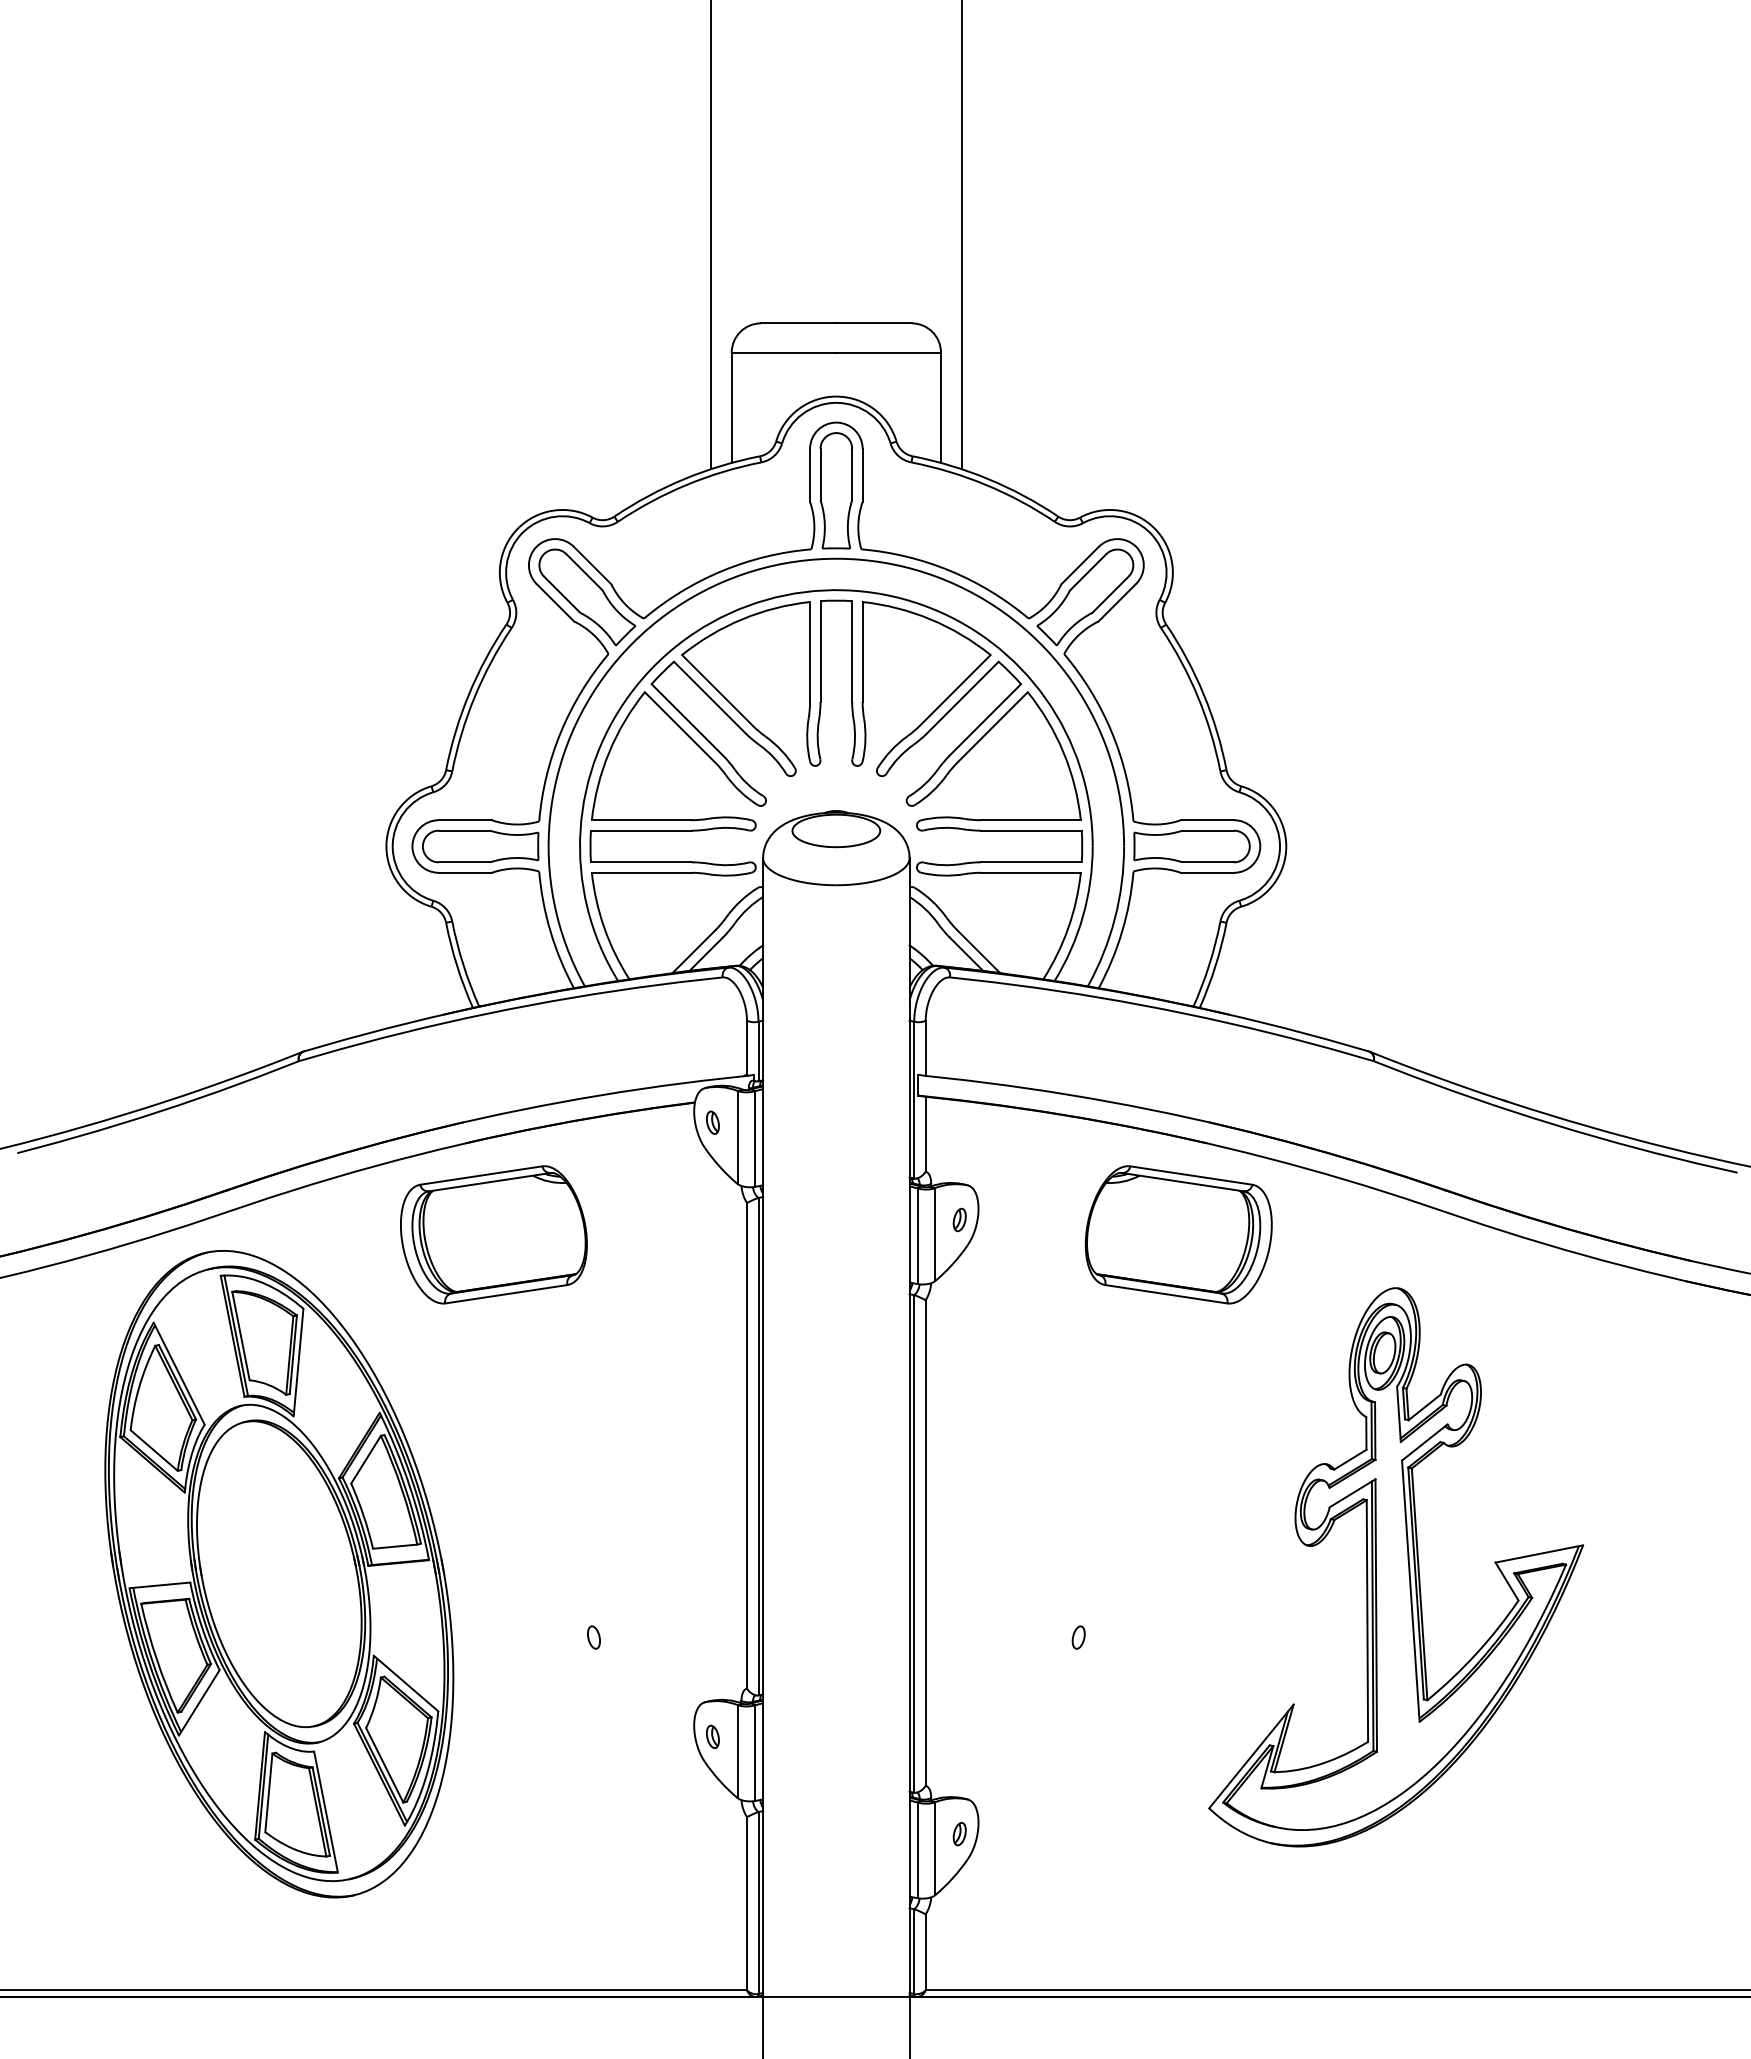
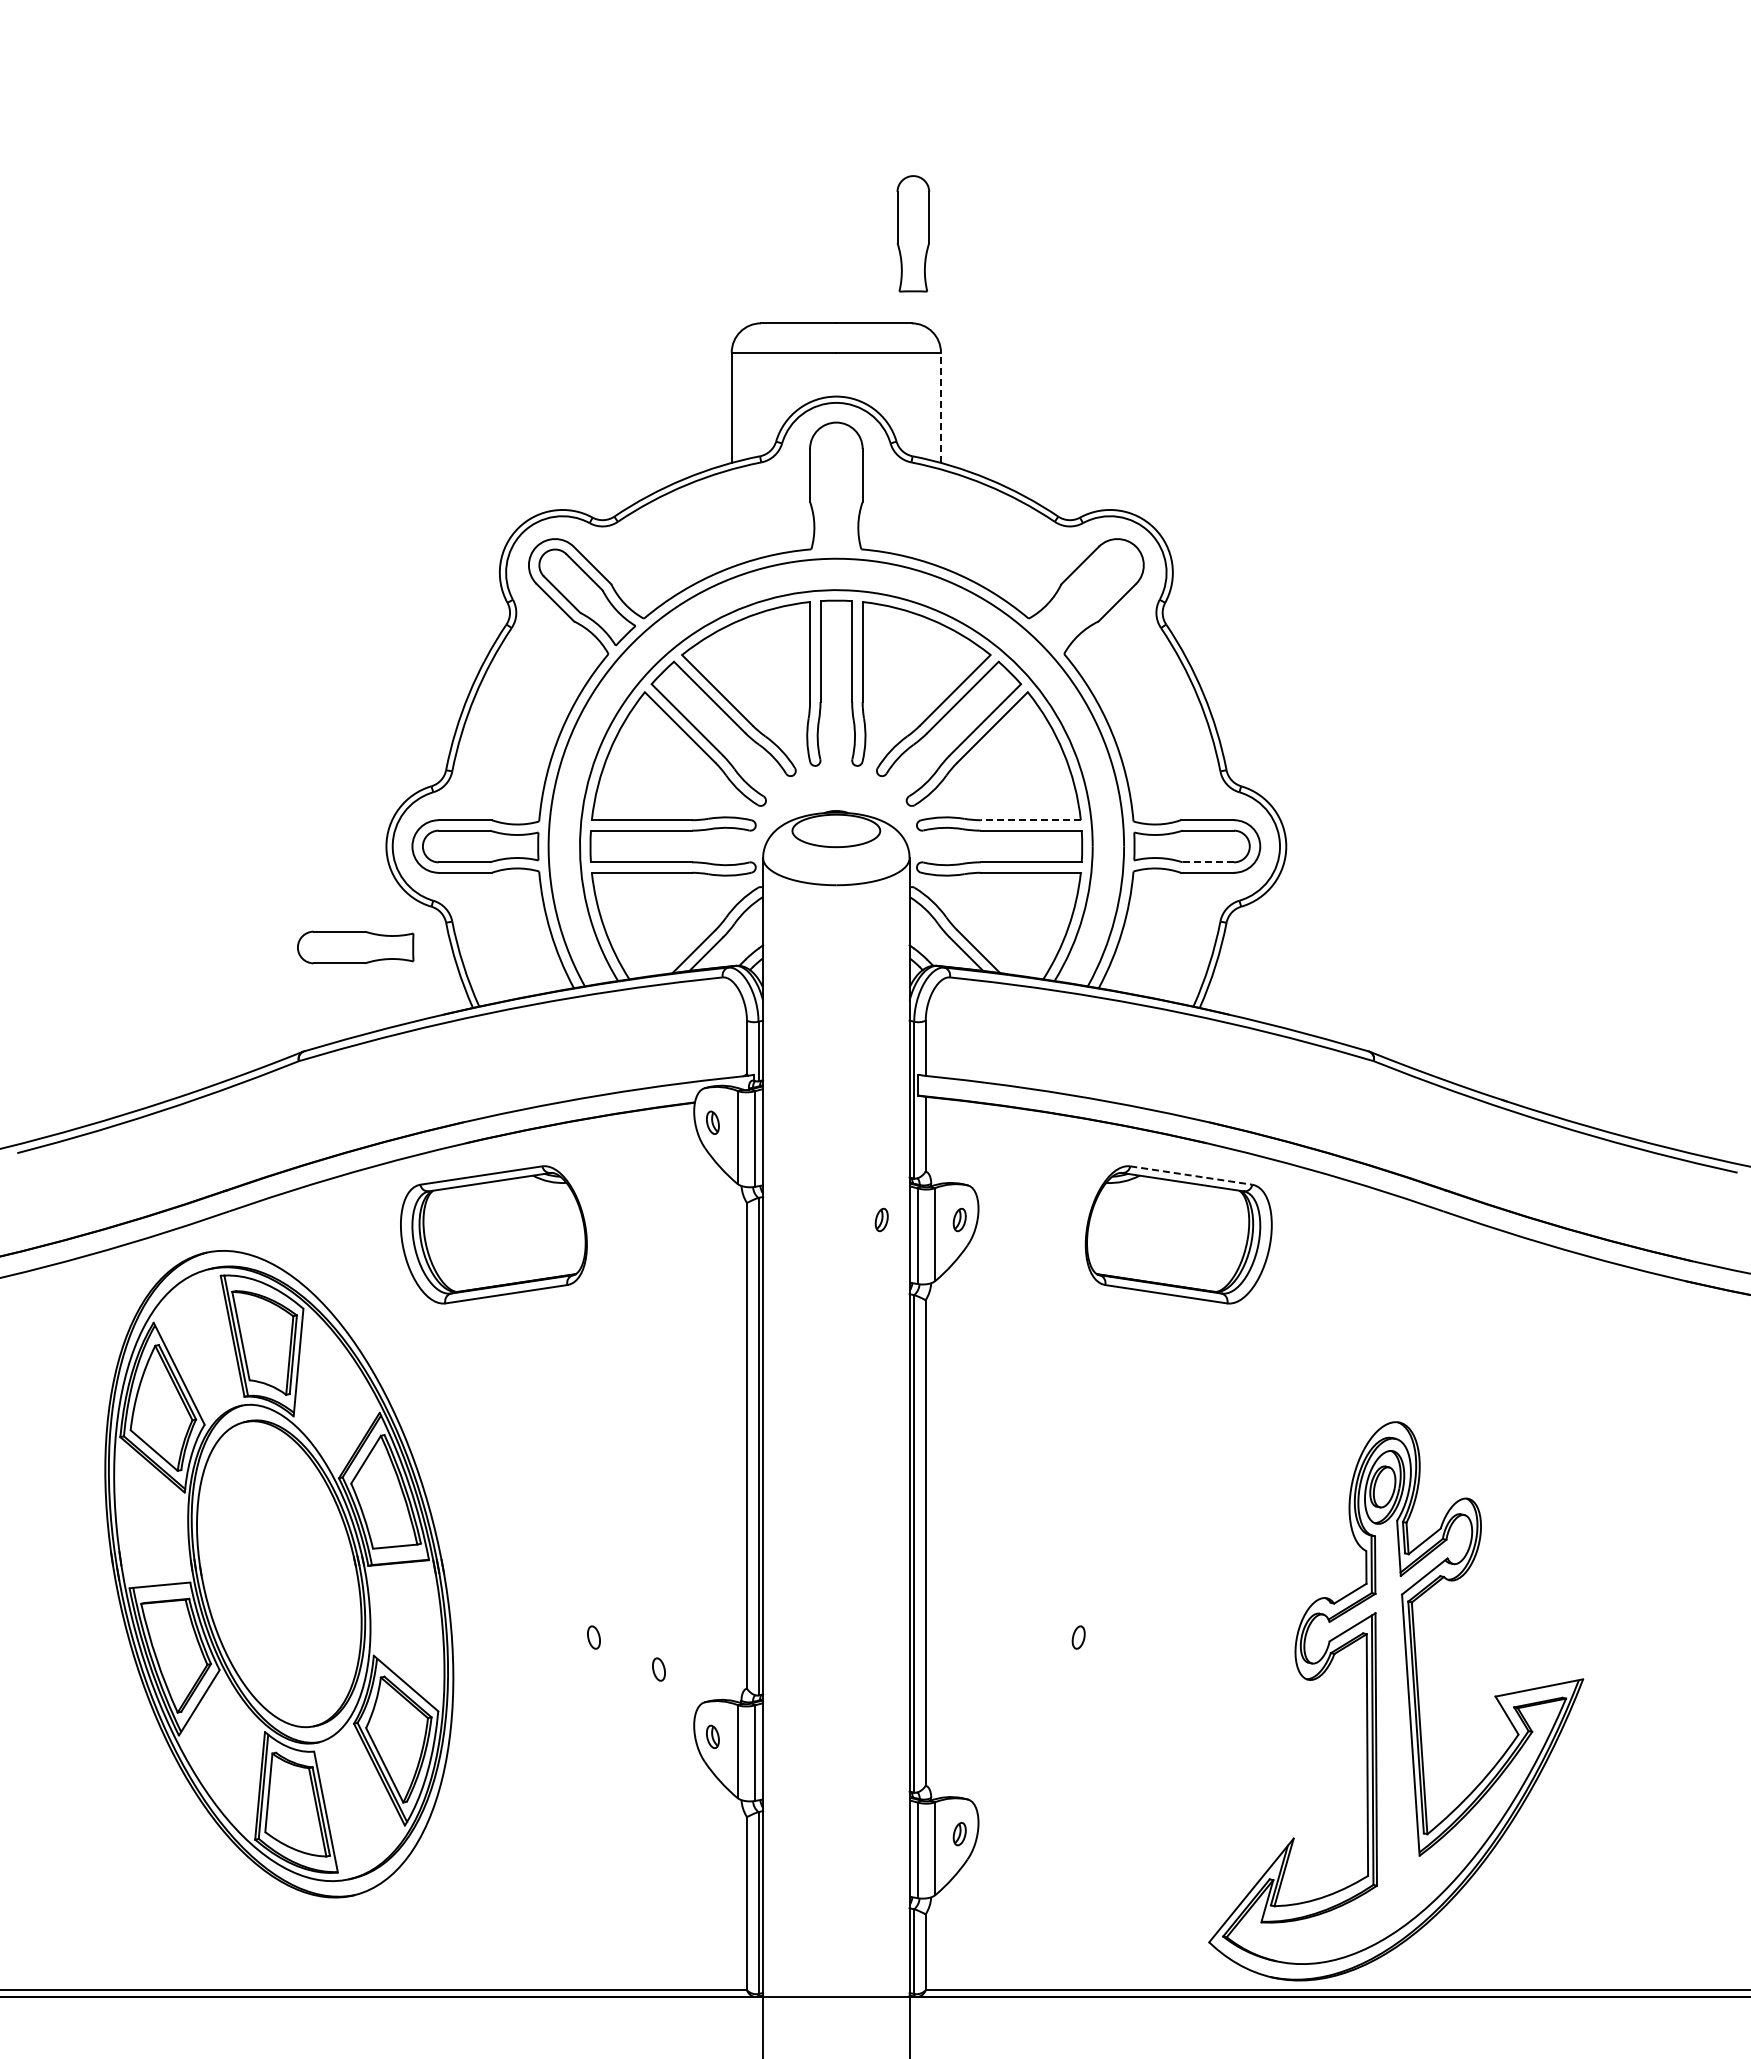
line at (710, 235): present -> none
line at (961, 235): present -> none
line at (941, 407): solid -> dashed
part at (836, 490) position: (836, 490) -> (913, 233)
part at (1085, 597): present -> none
line at (1030, 820): solid -> dashed
line at (1208, 862): solid -> dashed
part at (355, 947): none -> present
line at (1191, 1175): solid -> dashed
part at (881, 1219): none -> present
part at (1396, 1567) position: (1396, 1567) -> (1396, 1701)
part at (658, 1669): none -> present
